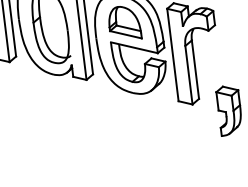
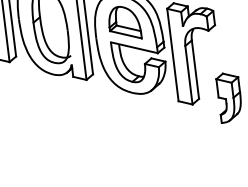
part at (228, 110) position: (228, 110) -> (228, 97)
